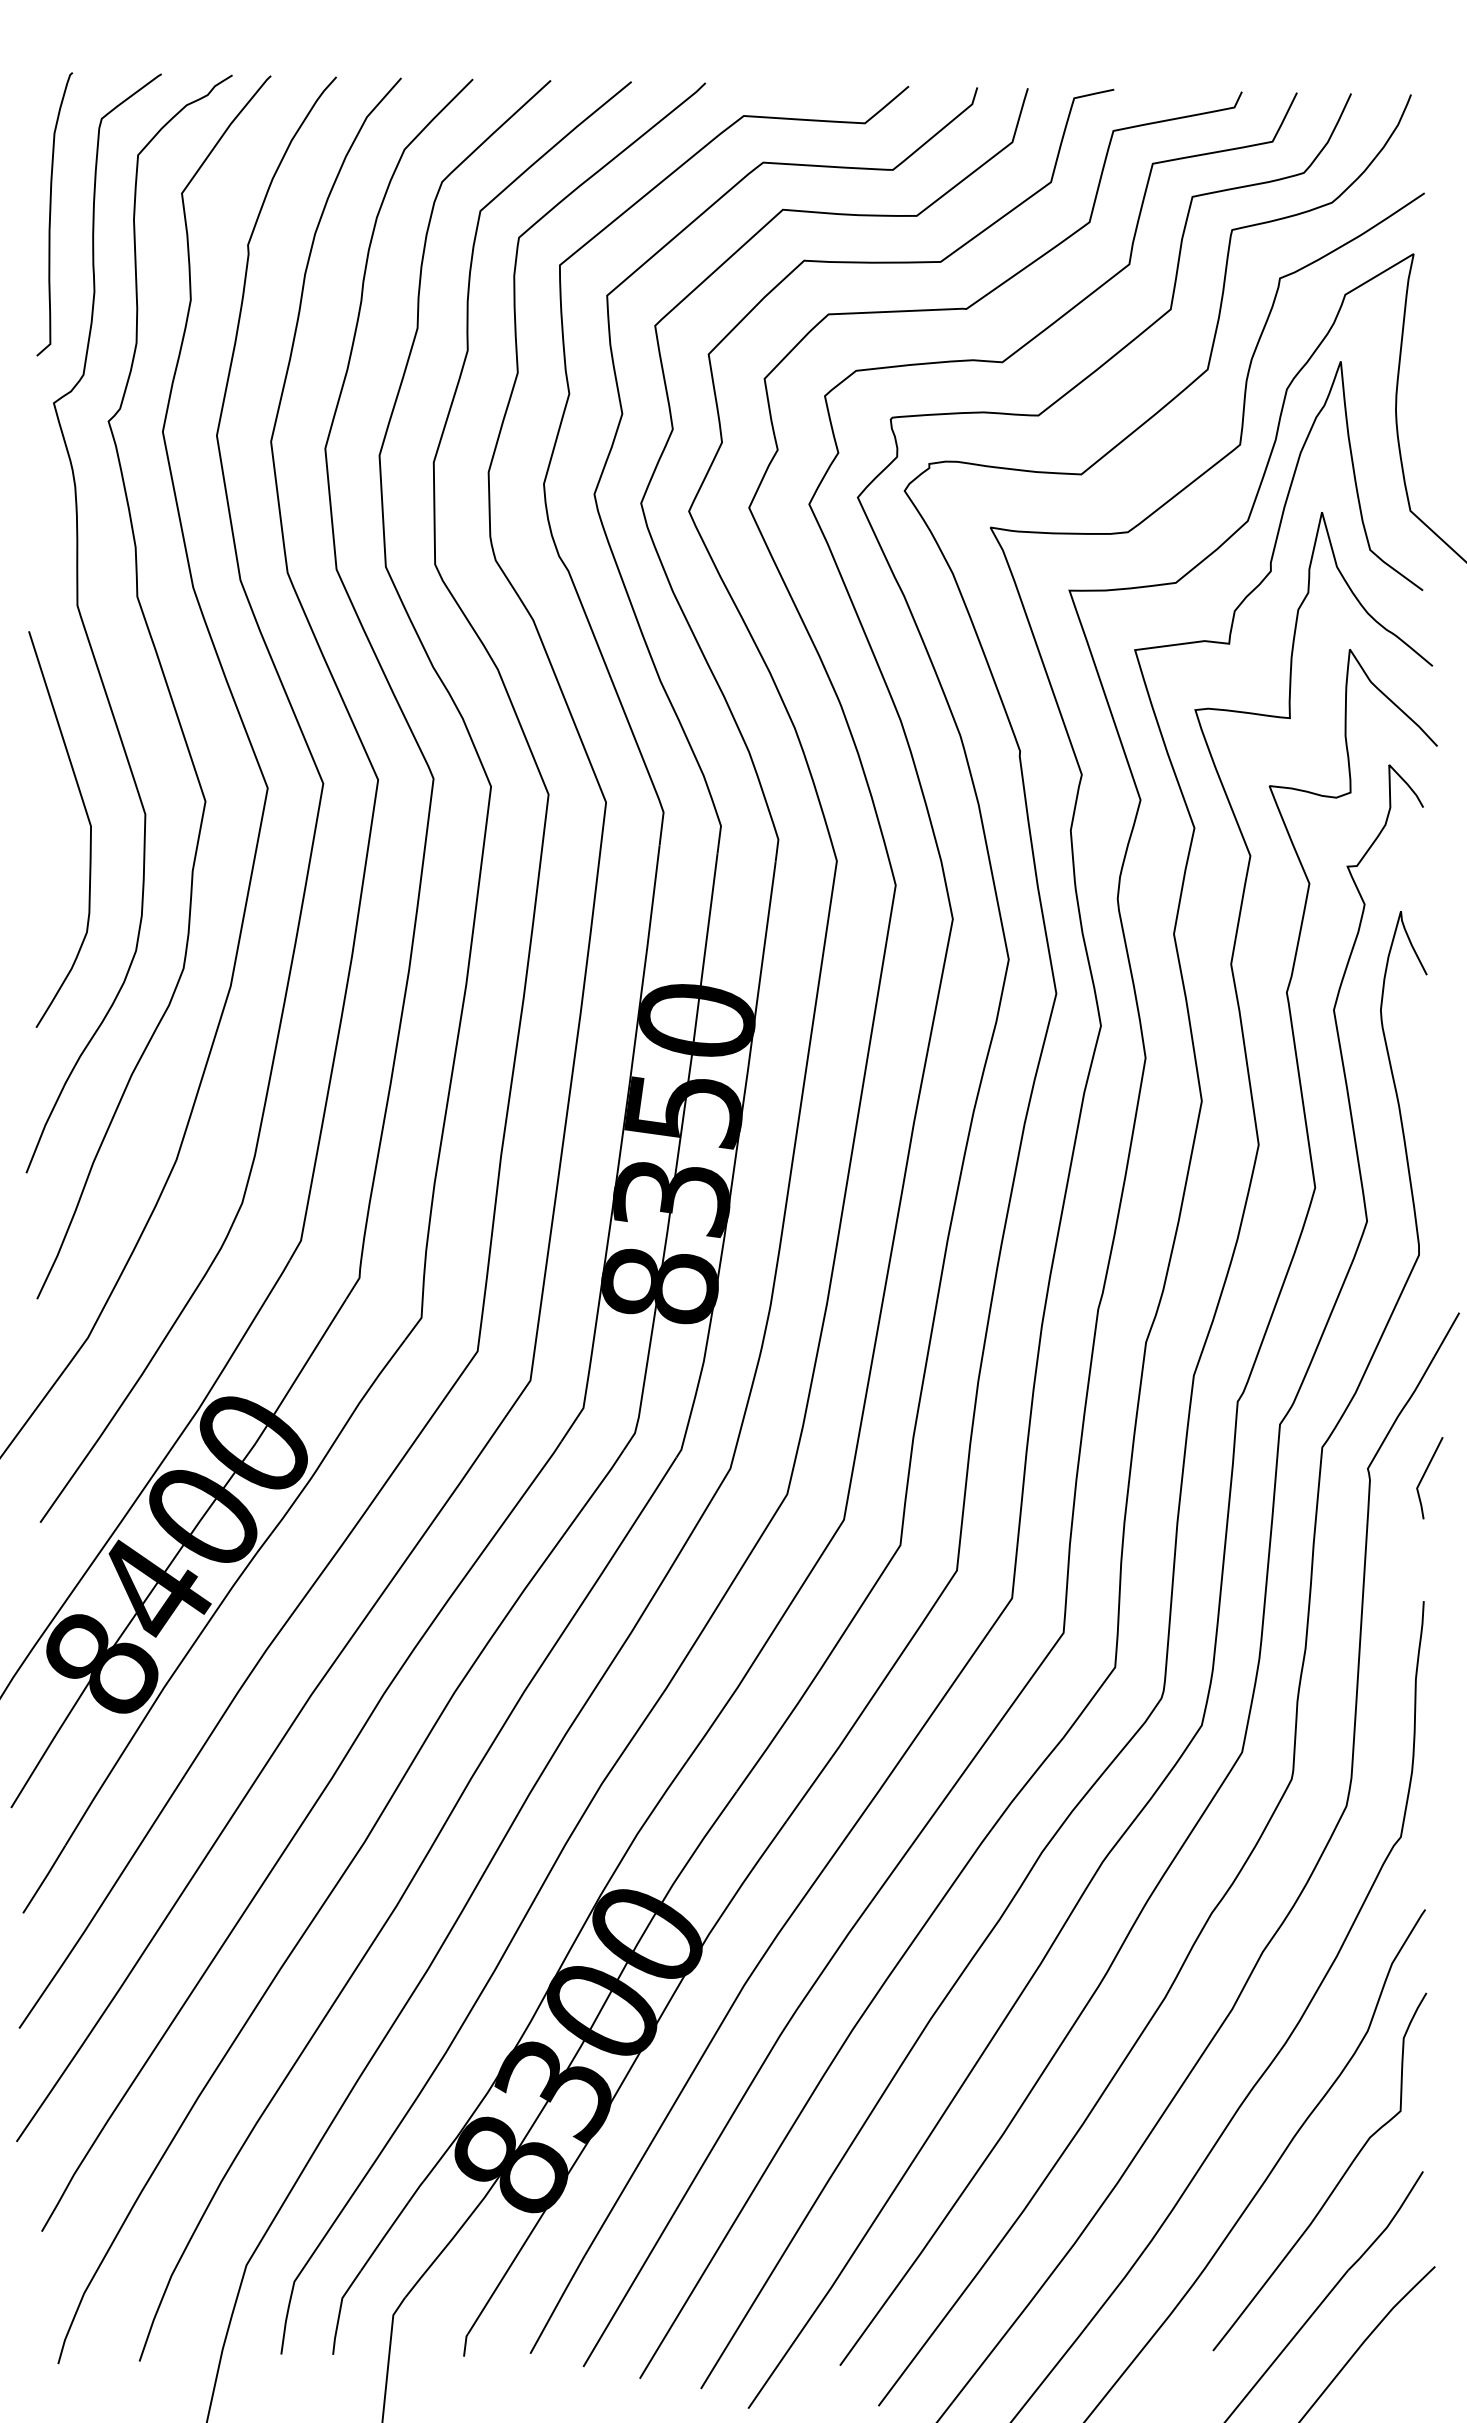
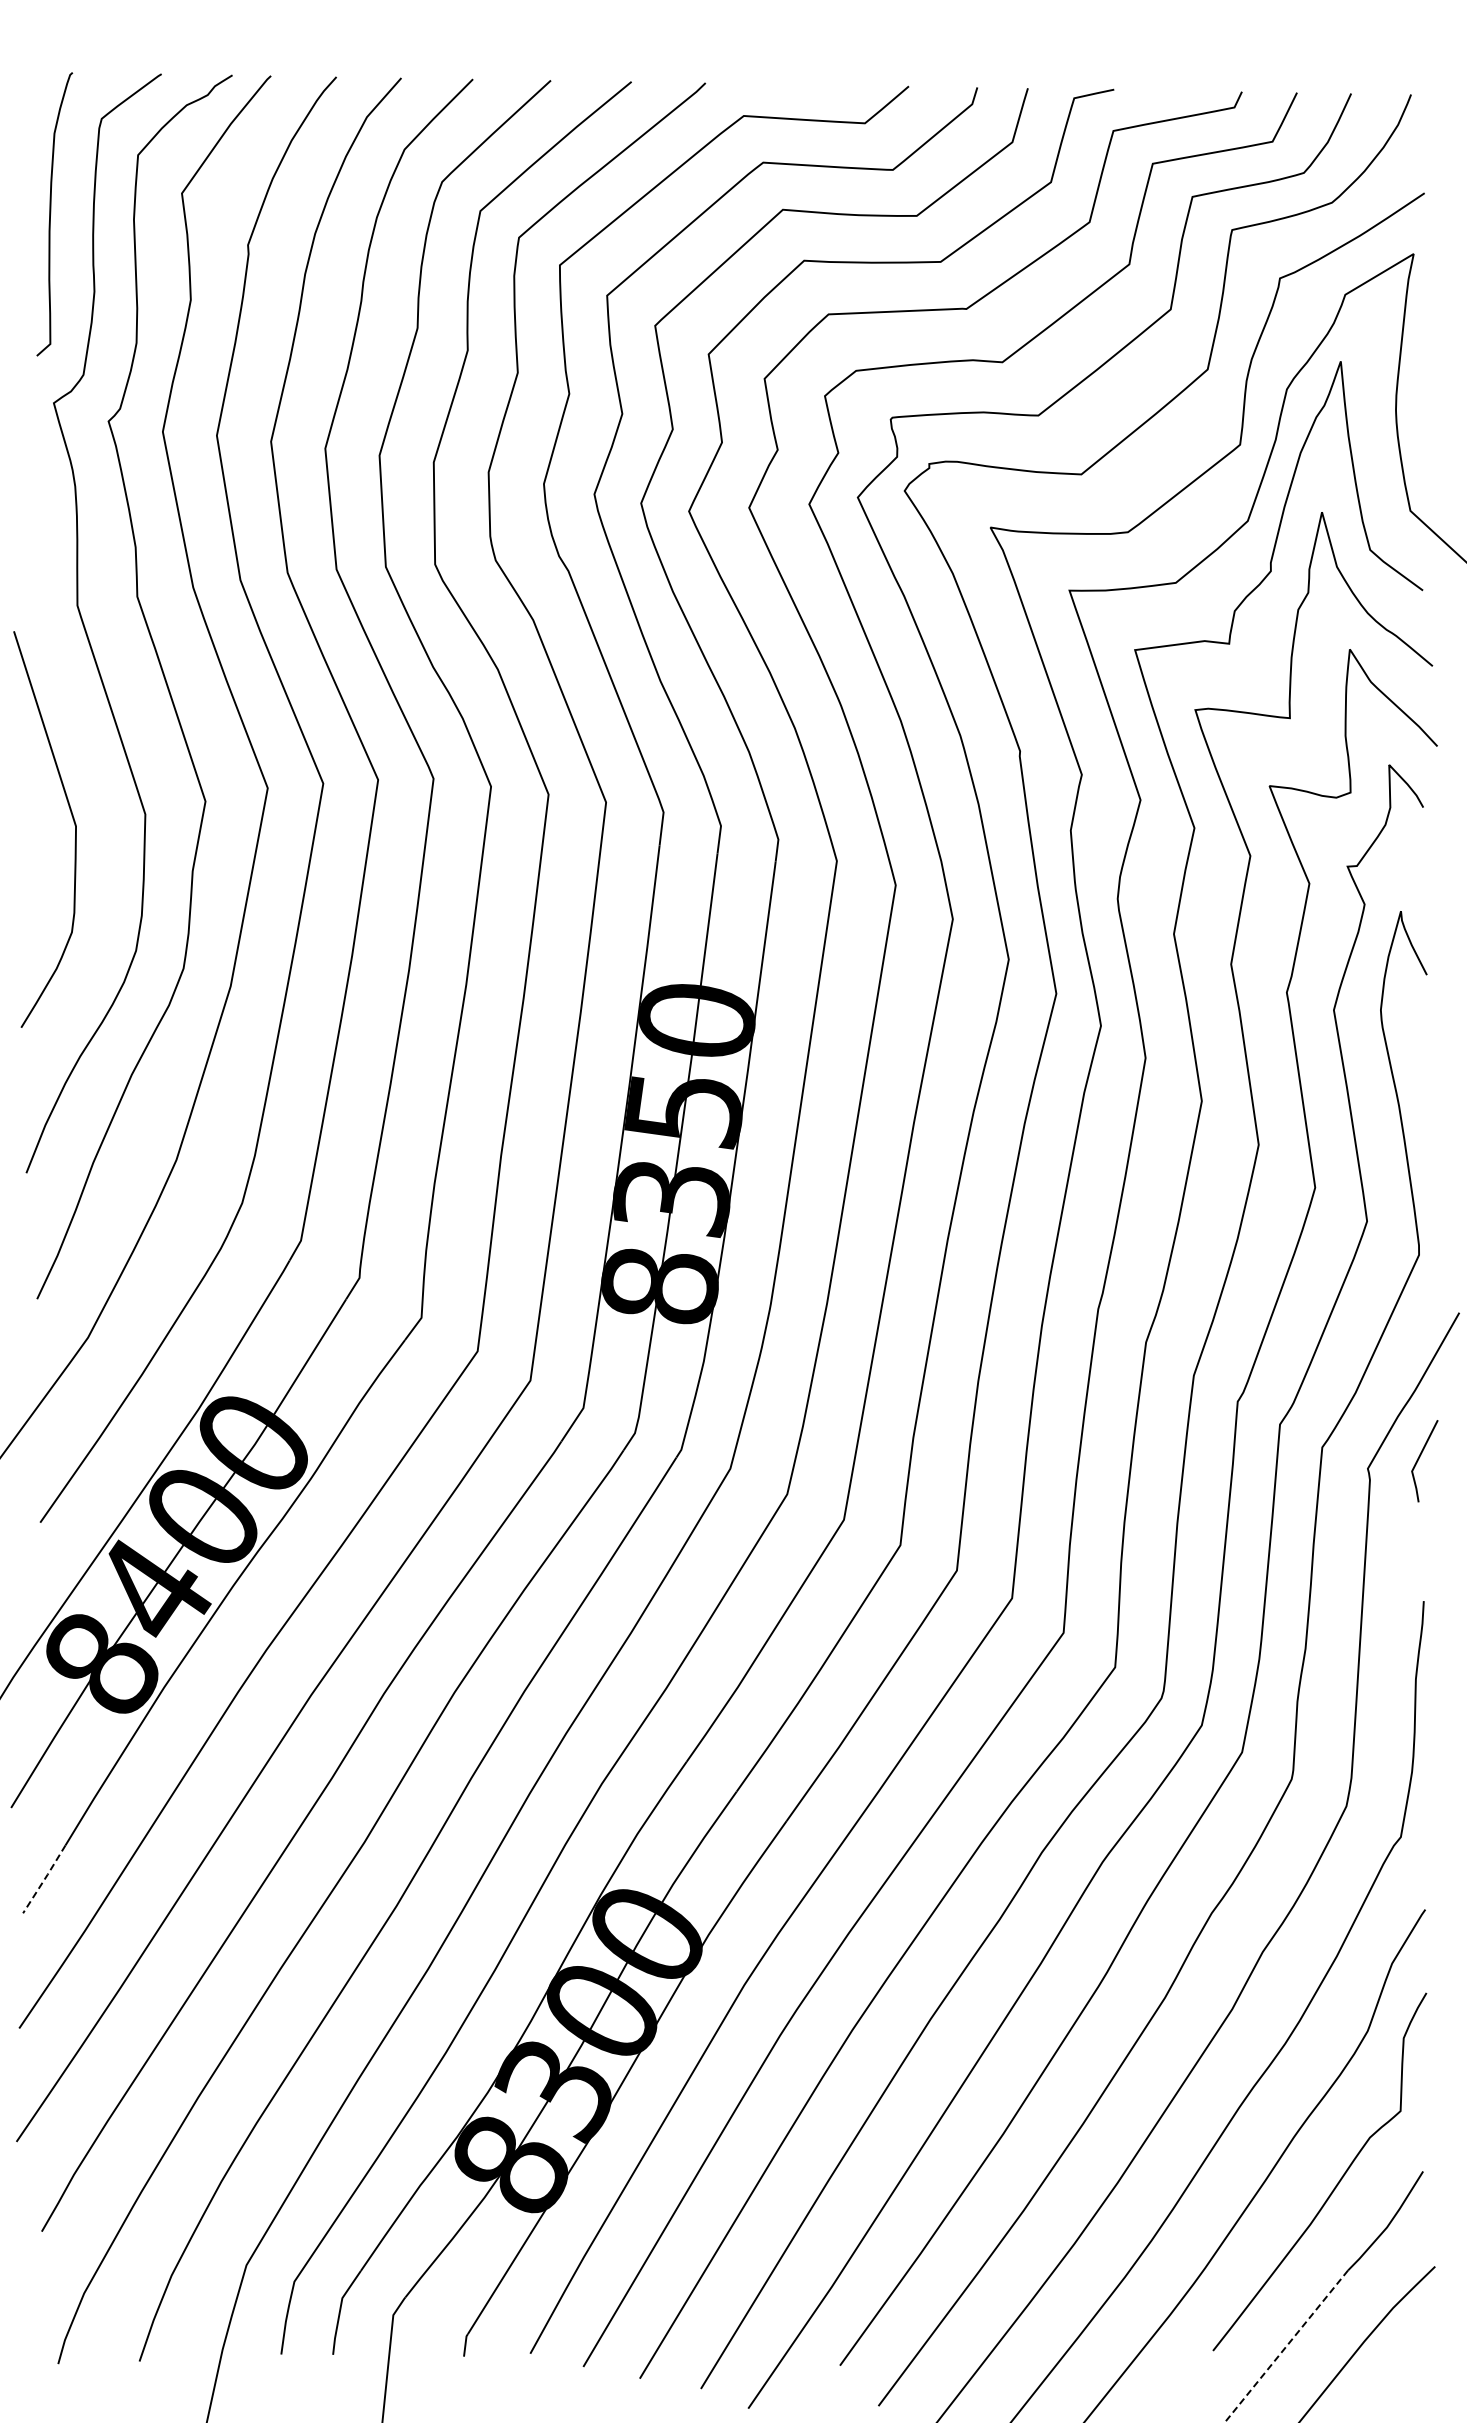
curve at (87, 819) position: (87, 819) -> (72, 819)
line at (1424, 1476) position: (1424, 1476) -> (1419, 1459)
line at (45, 1878): solid -> dashed
line at (1286, 2346): solid -> dashed
